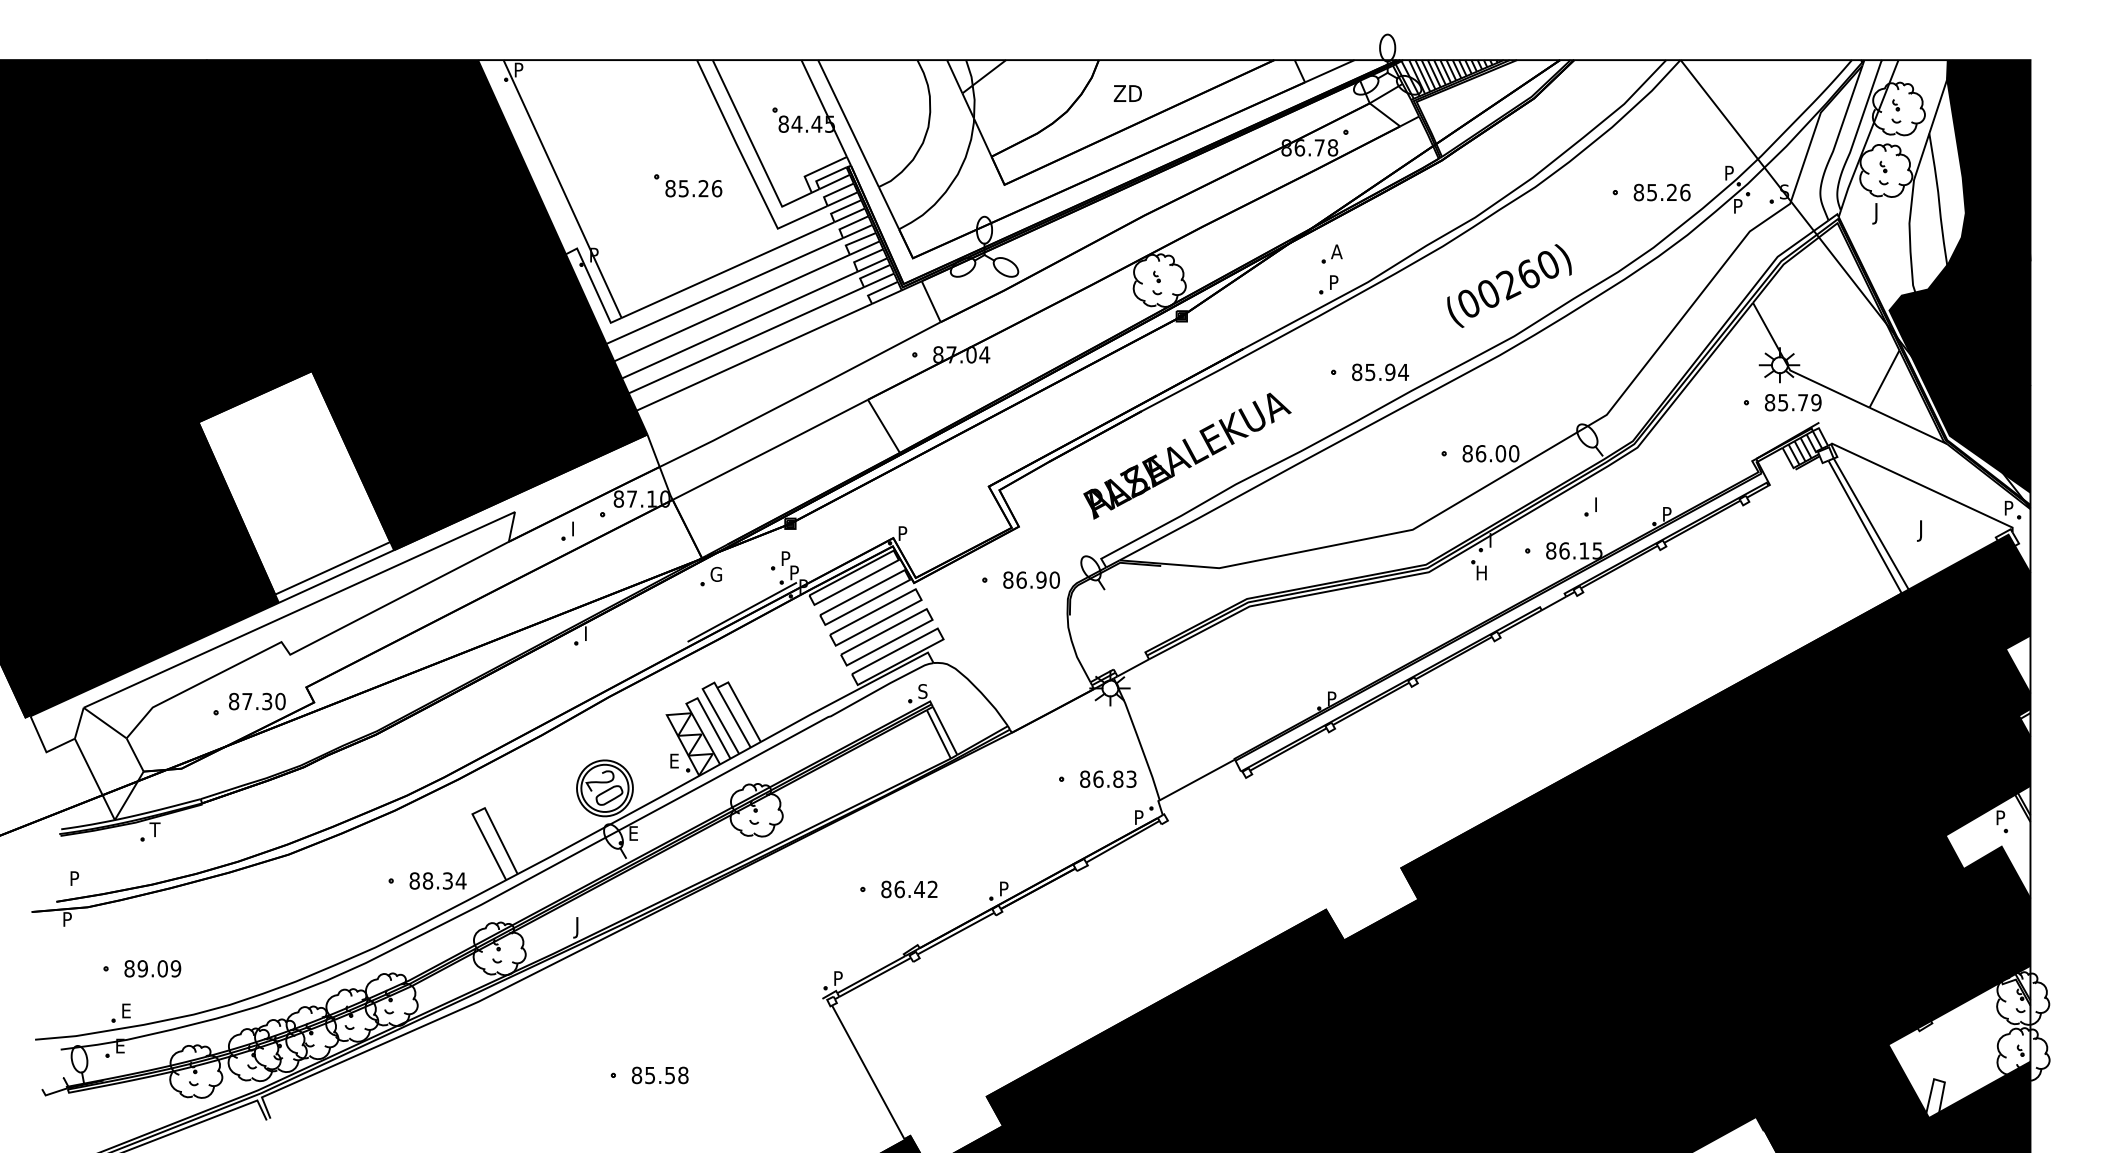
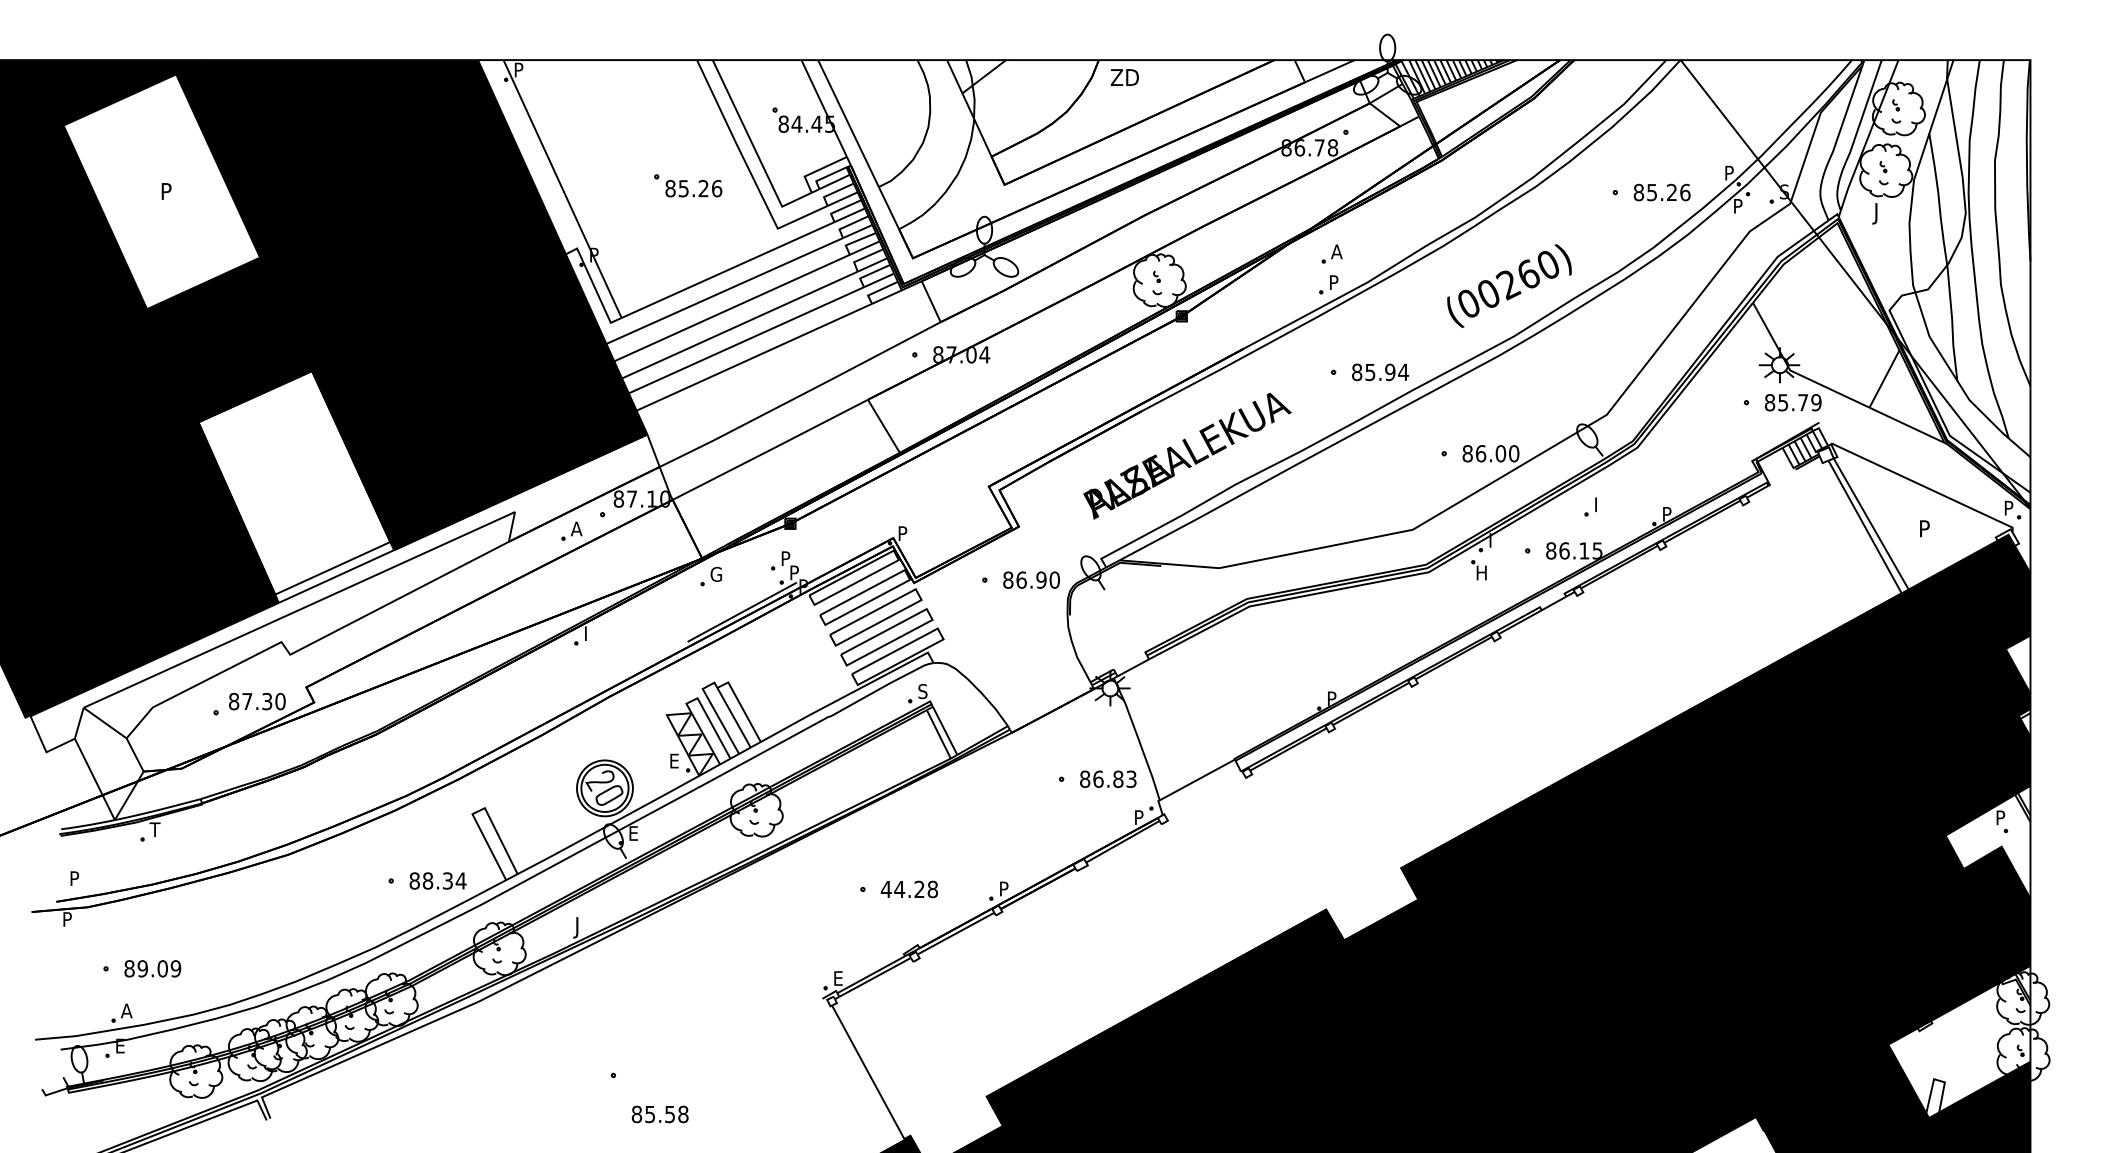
text at (1127, 93) position: (1127, 93) -> (1124, 77)
fill at (161, 191): present -> none
fill at (1959, 276): present -> none
text at (576, 528): I -> A
text at (1923, 530): J -> P
text at (909, 889): 86.42 -> 44.28
text at (839, 978): P -> E
text at (126, 1010): E -> A
text at (659, 1075) position: (659, 1075) -> (659, 1114)
